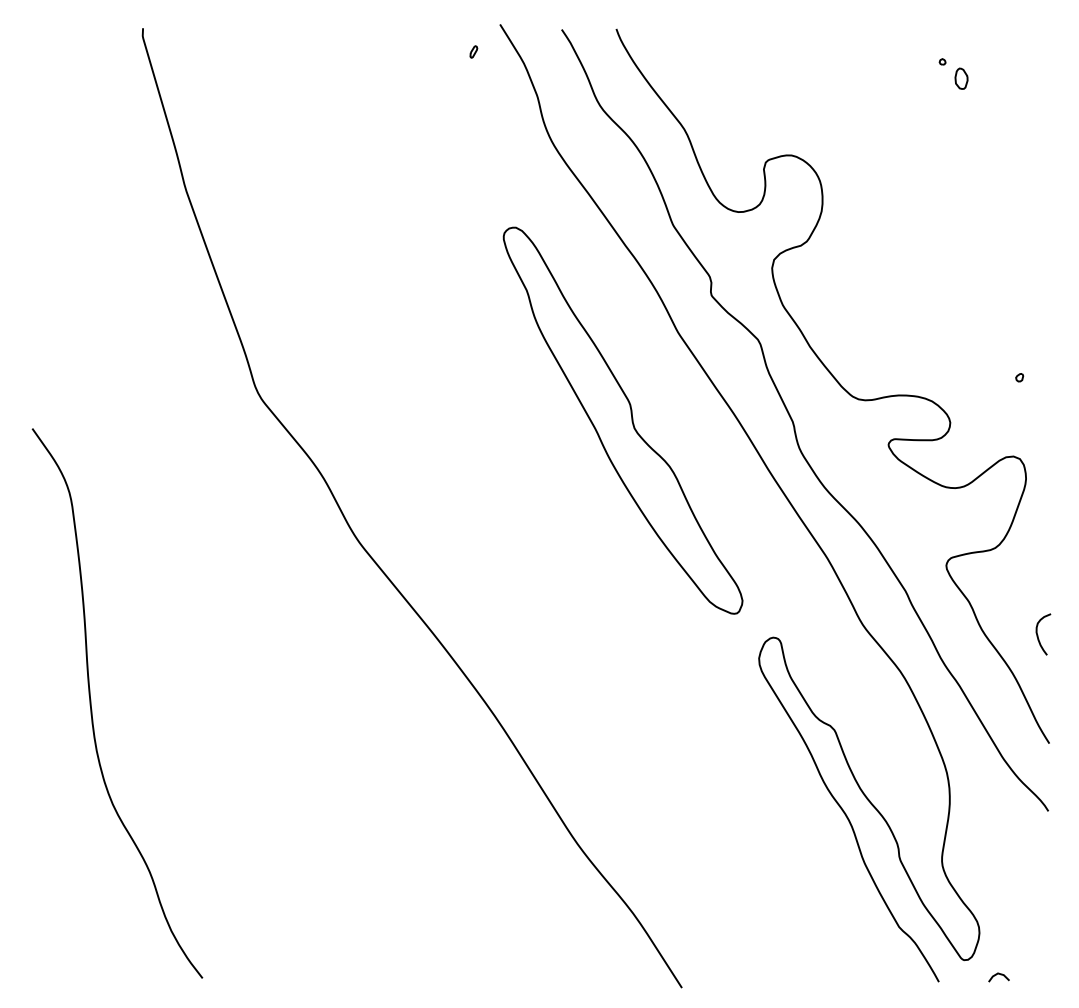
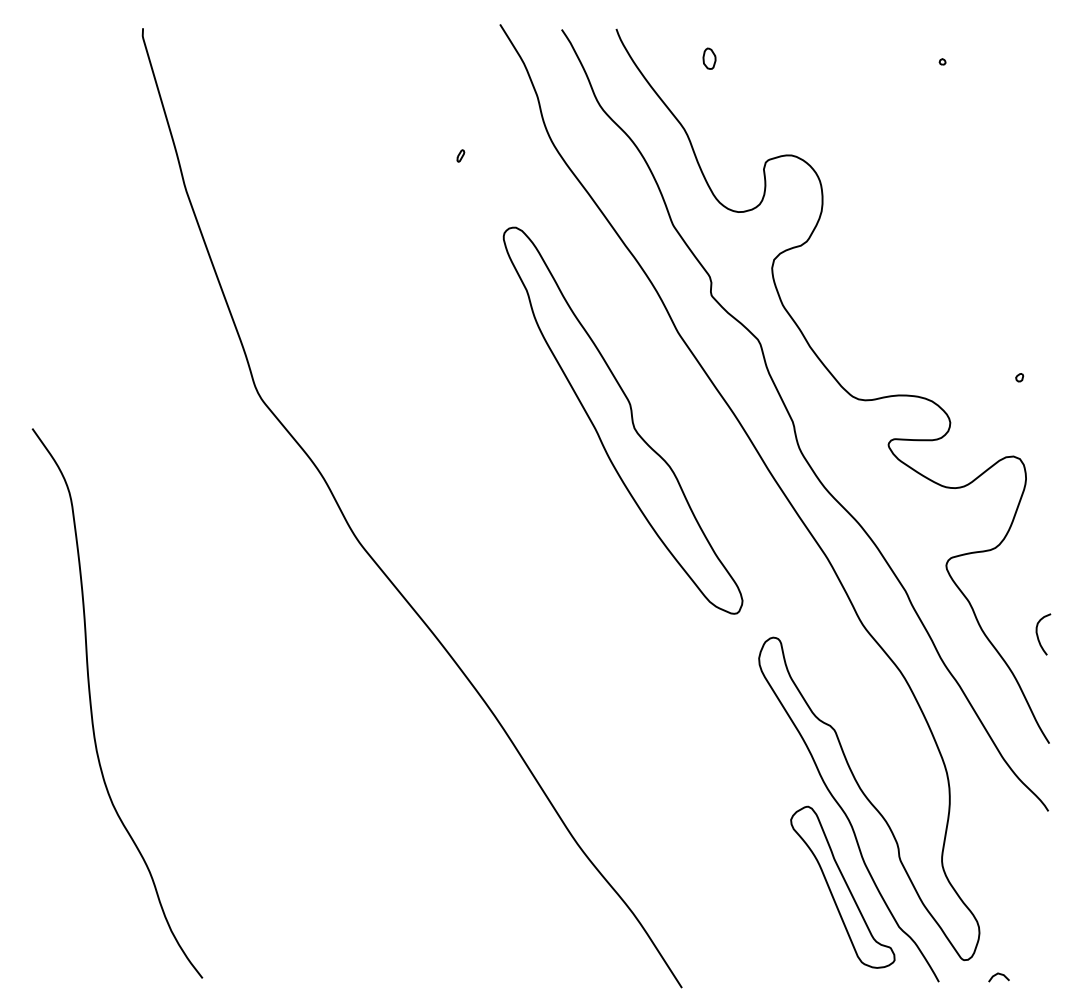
part at (473, 51) position: (473, 51) -> (460, 155)
part at (961, 78) position: (961, 78) -> (709, 58)
part at (842, 886): none -> present
